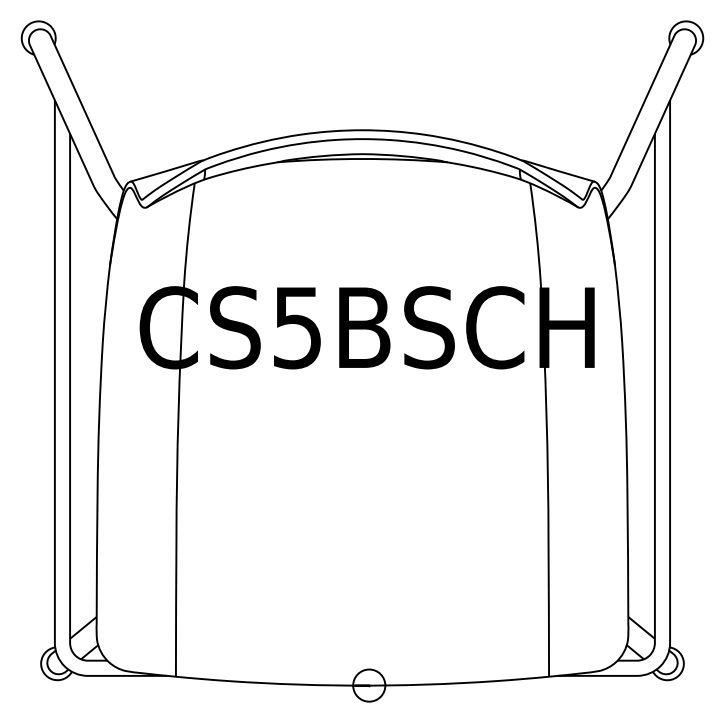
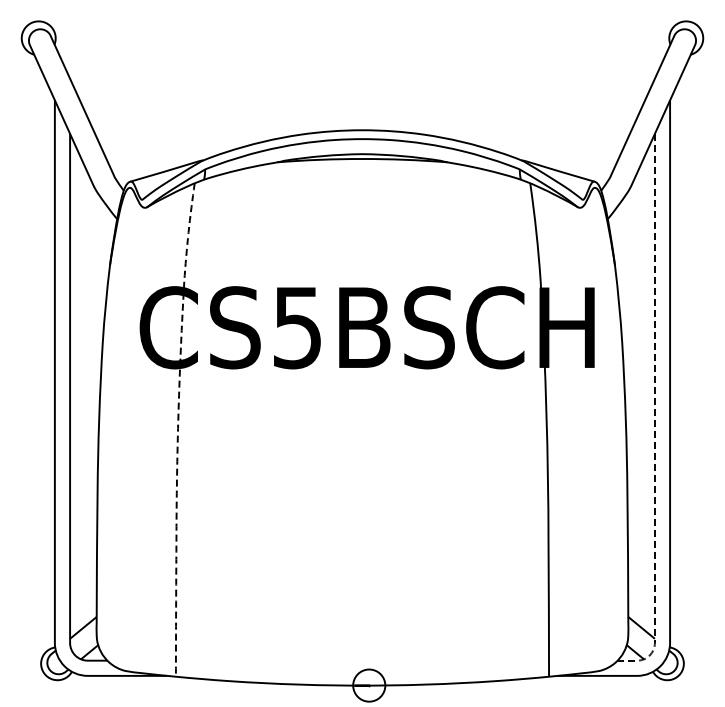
line at (654, 419): solid -> dashed
line at (178, 430): solid -> dashed
